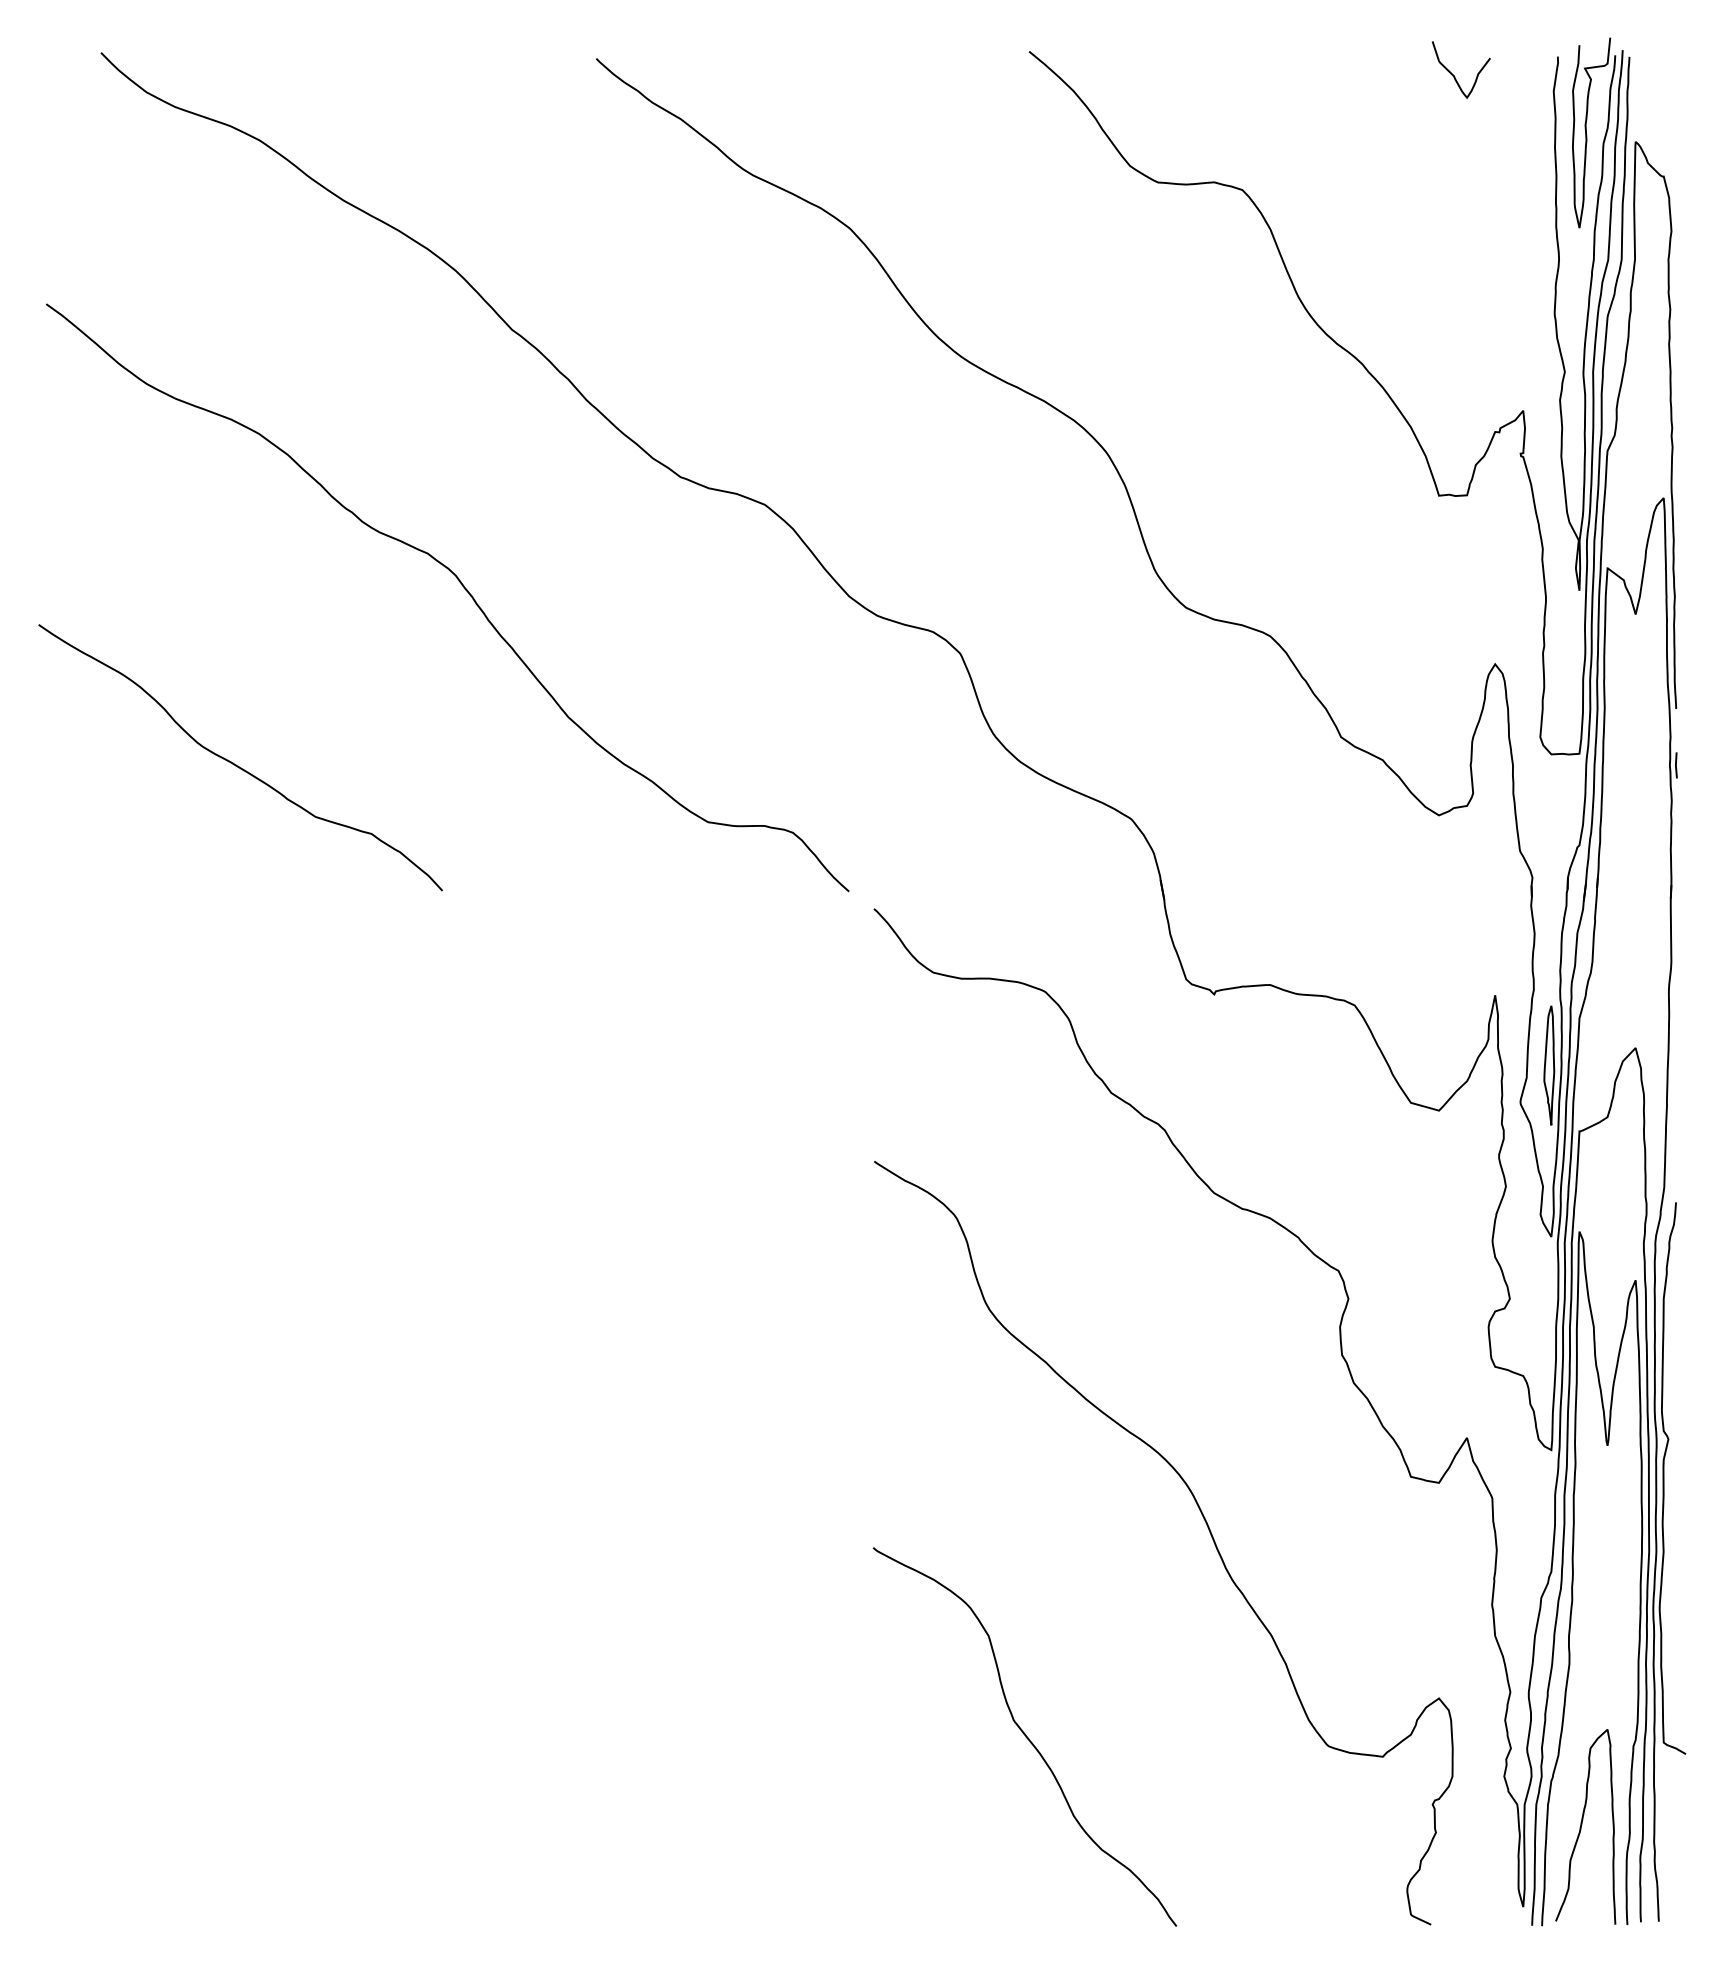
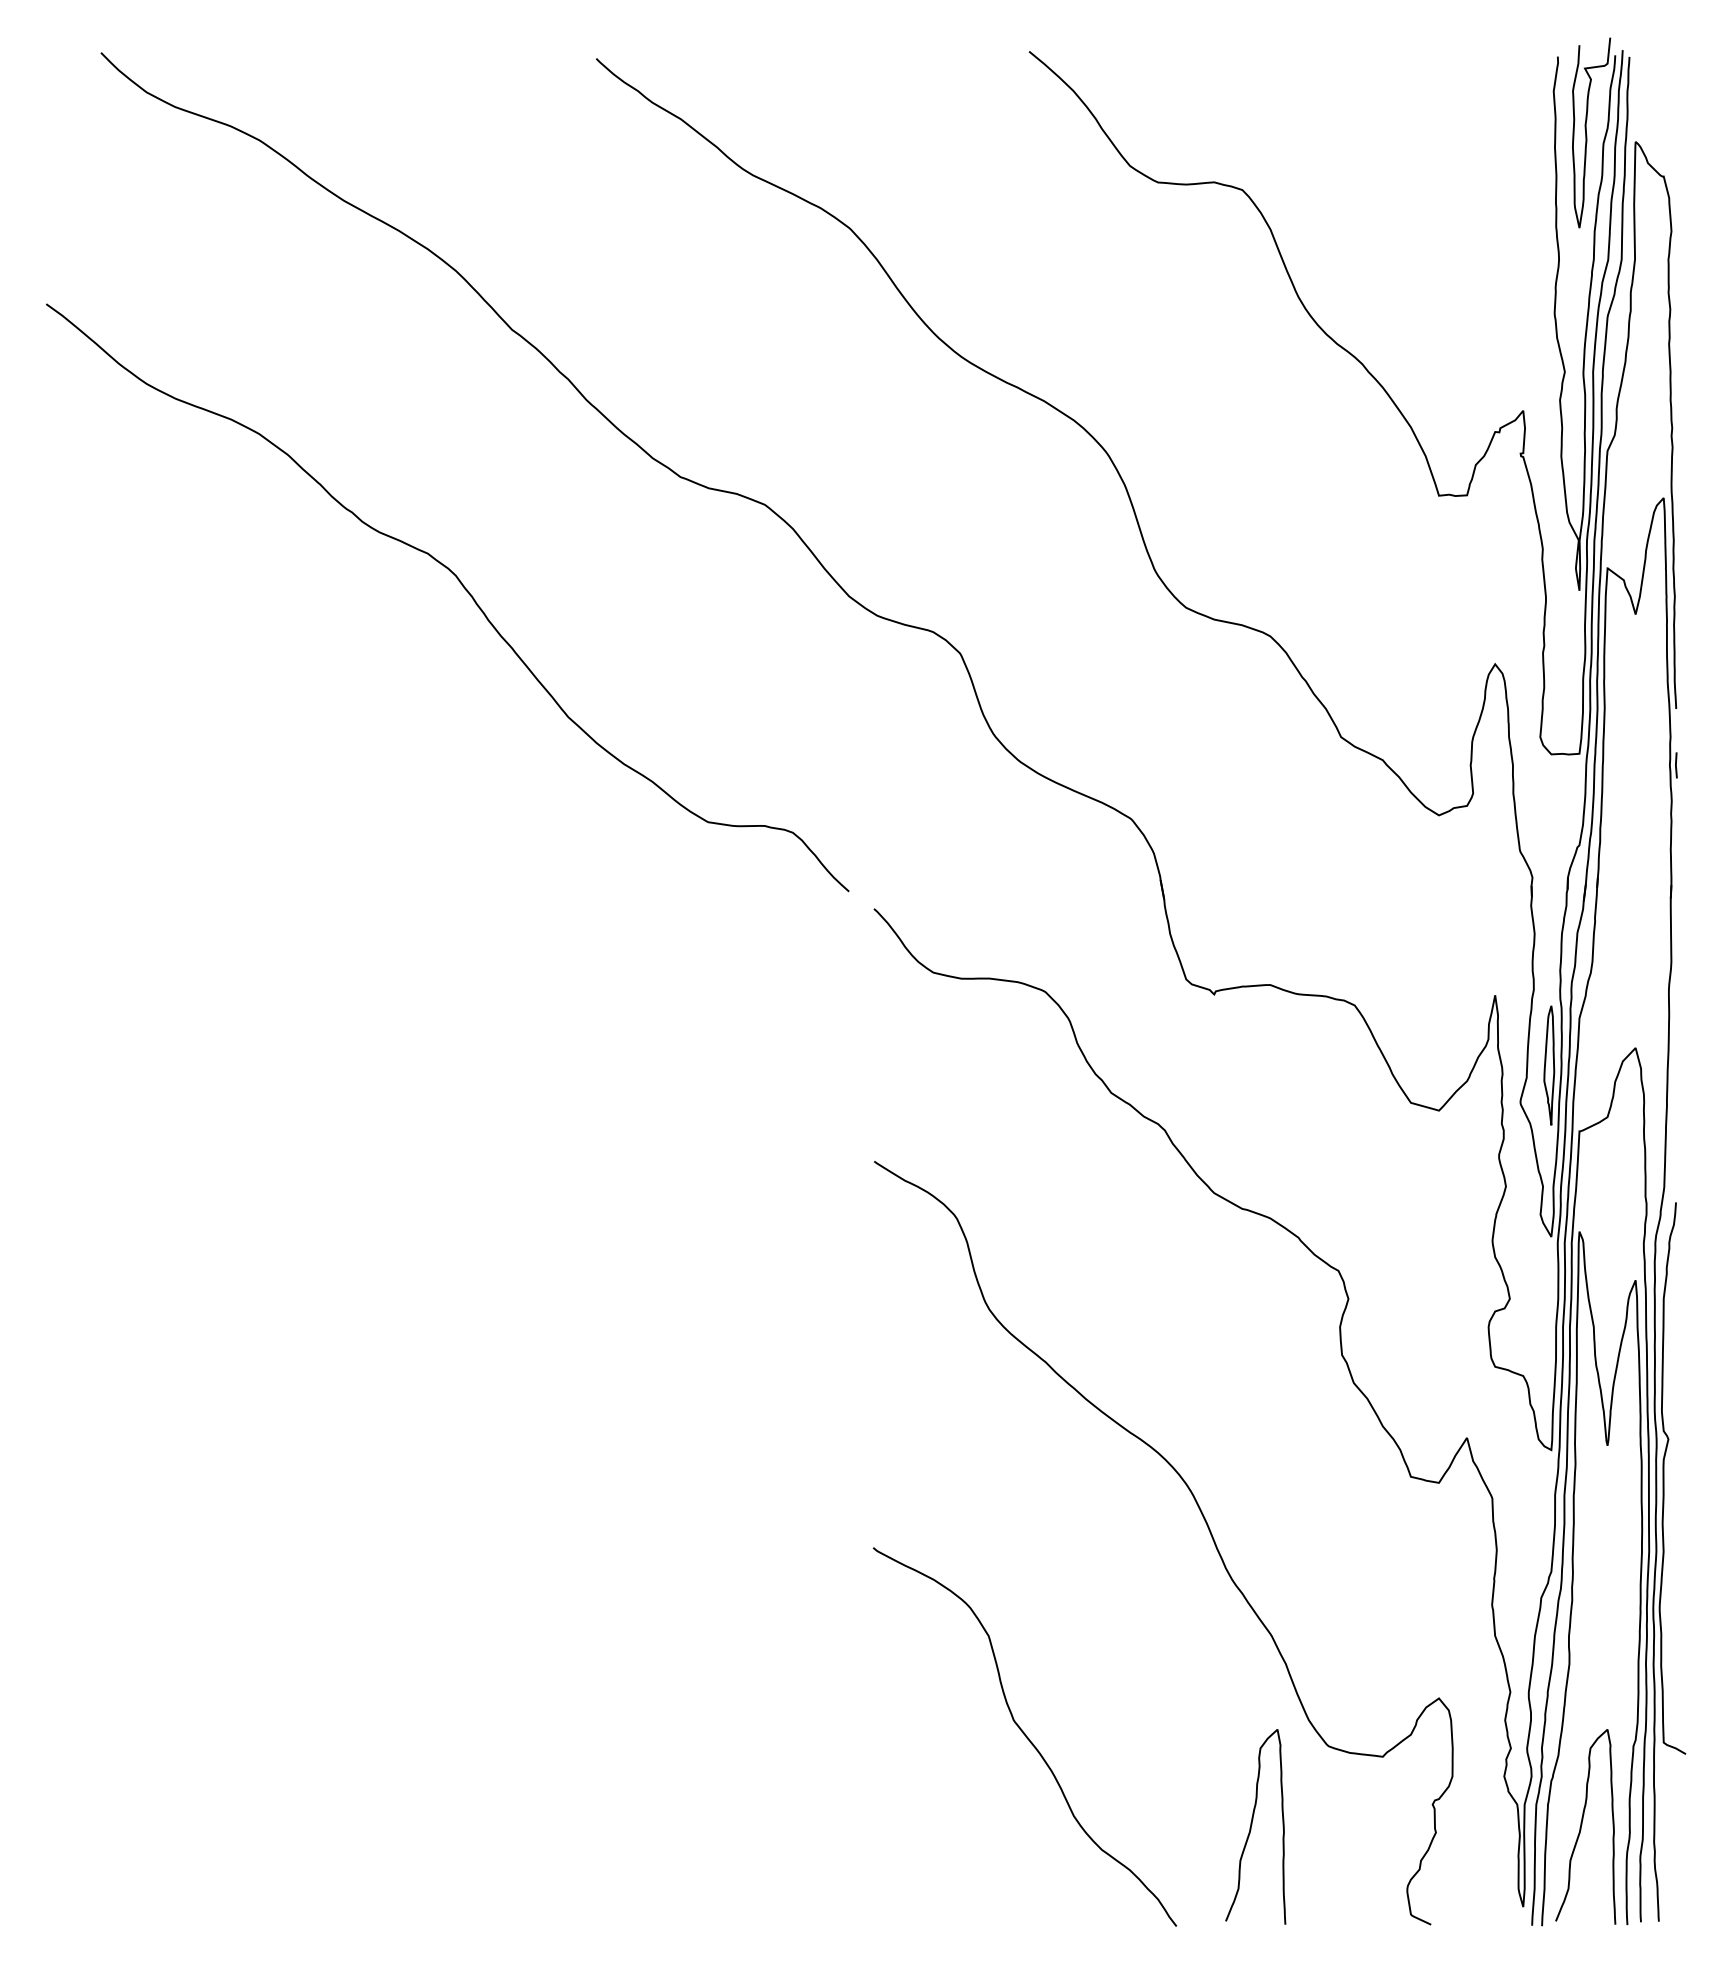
curve at (1454, 75): present -> none
curve at (236, 764): present -> none
curve at (1252, 1825): none -> present
